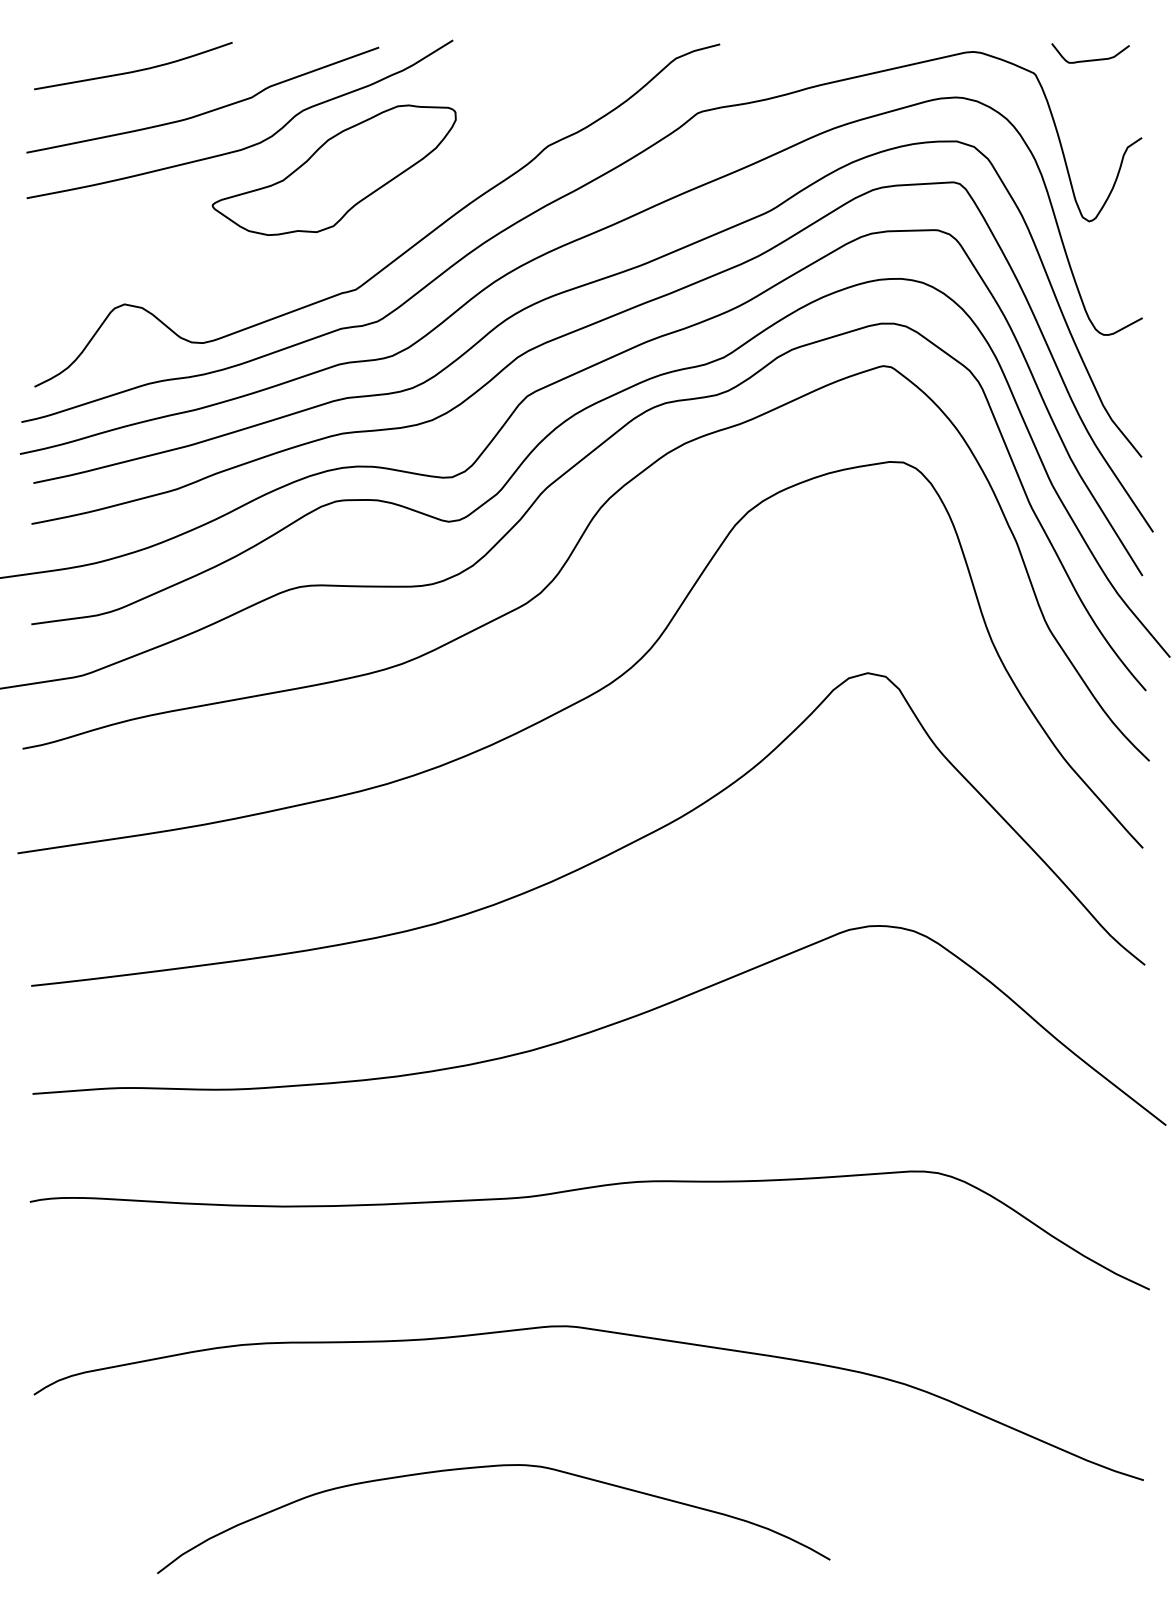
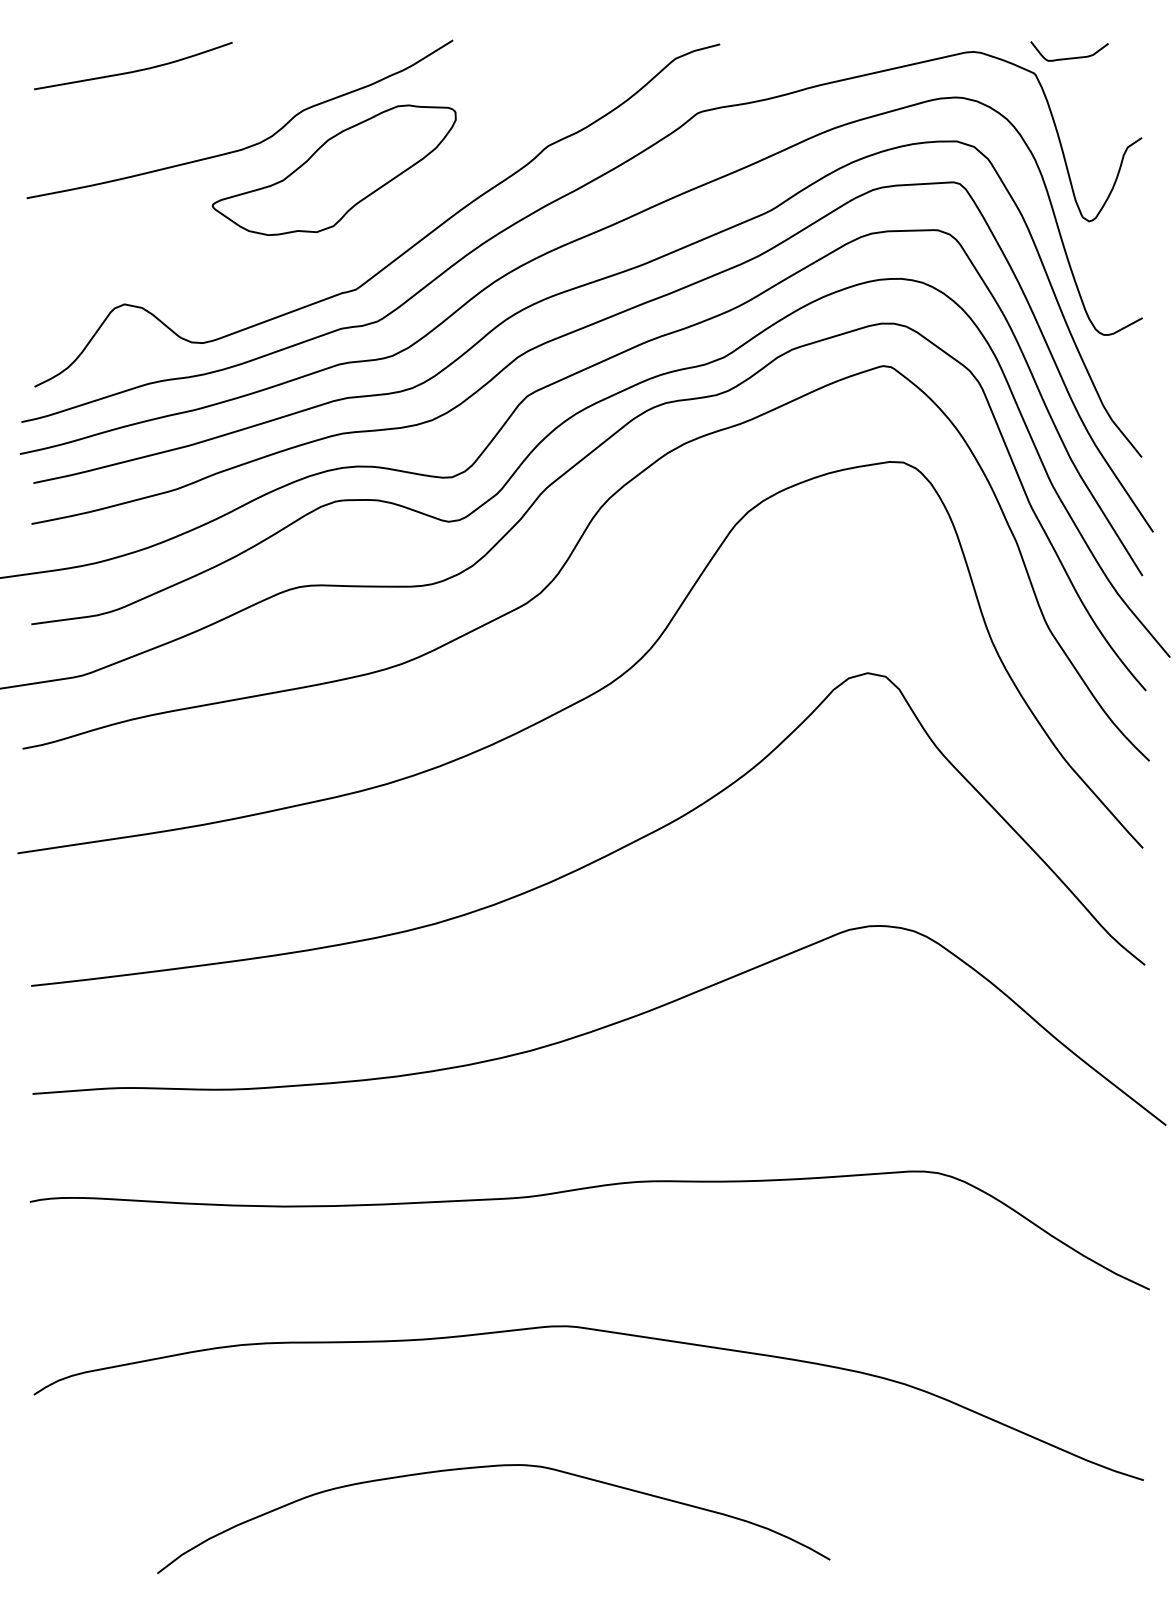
curve at (1090, 59) position: (1090, 59) -> (1069, 57)
curve at (206, 111): present -> none
